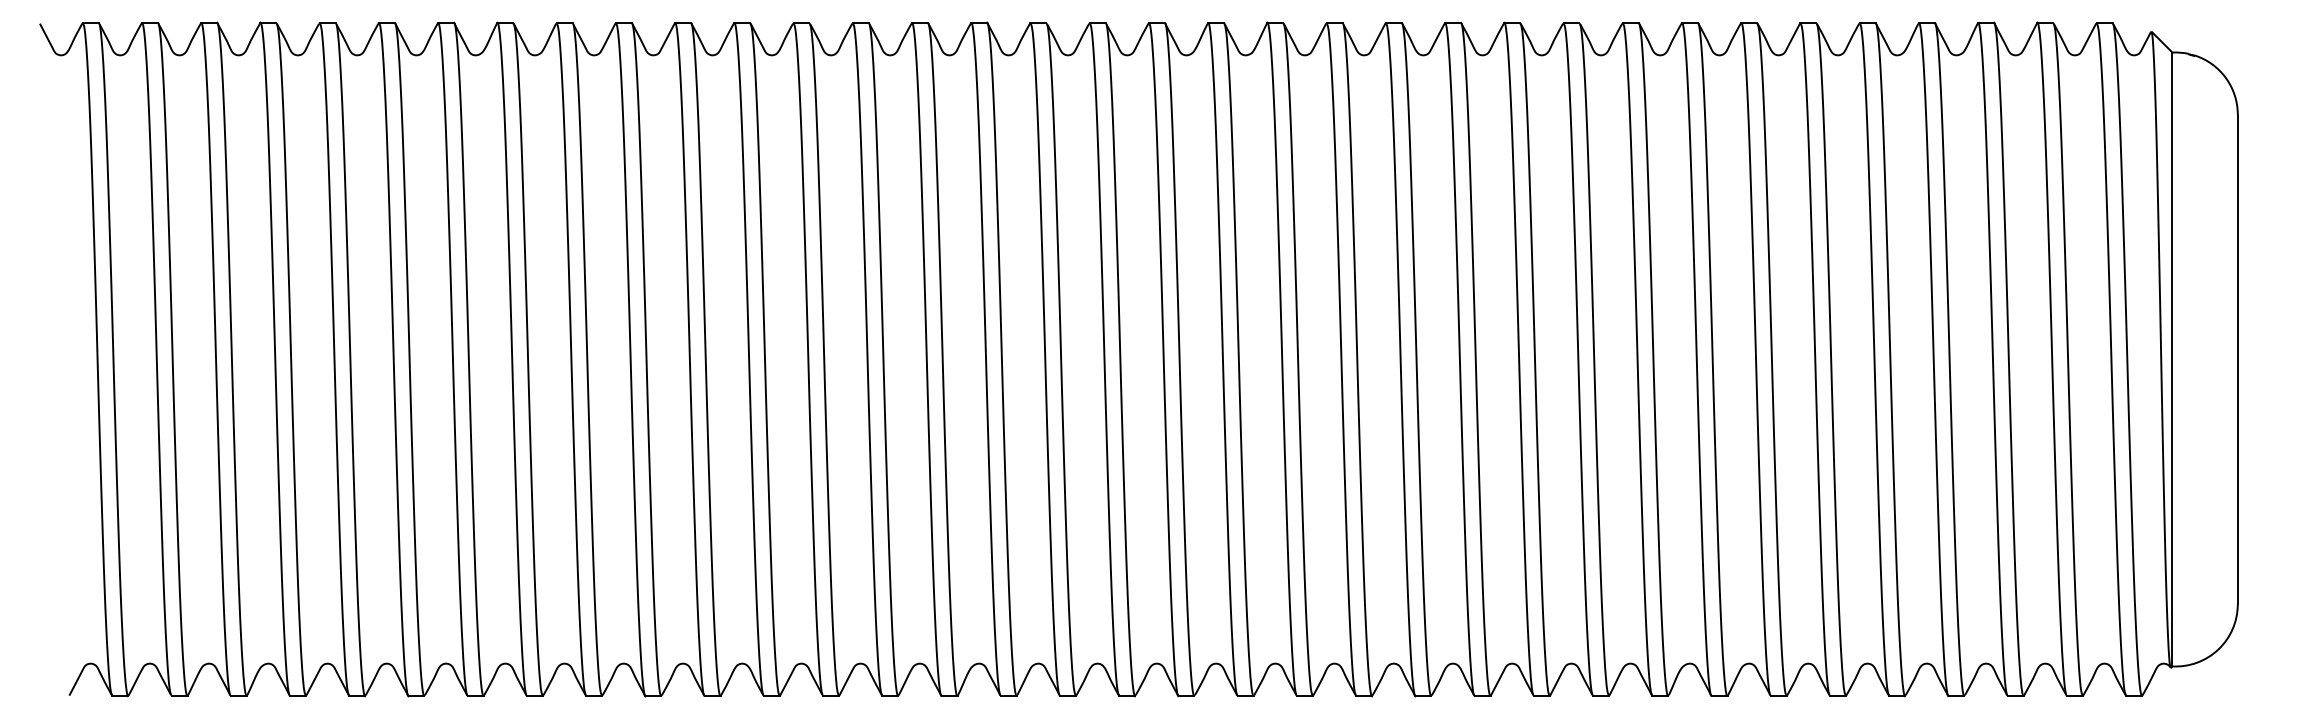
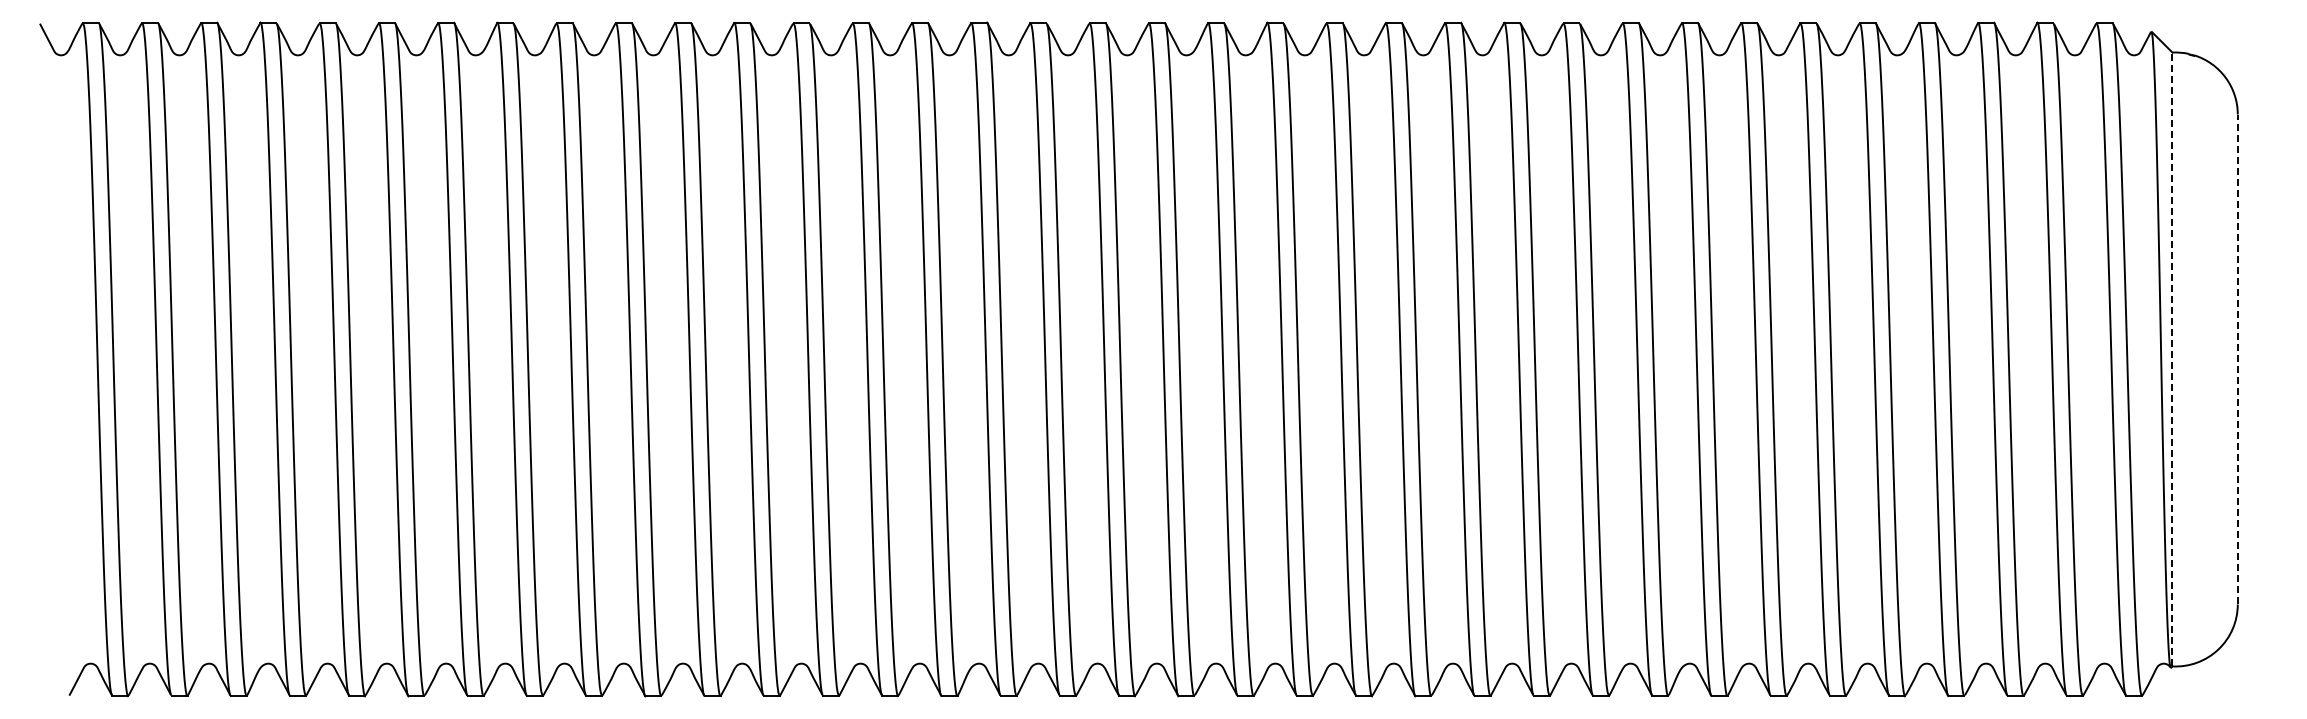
line at (2172, 359): solid -> dashed
line at (2237, 359): solid -> dashed
